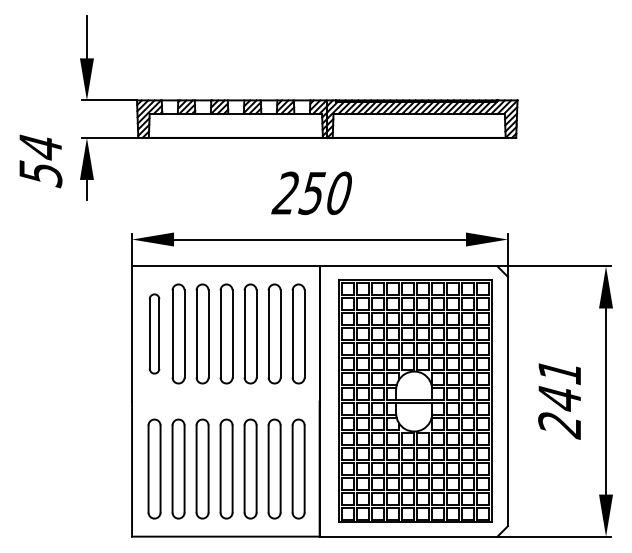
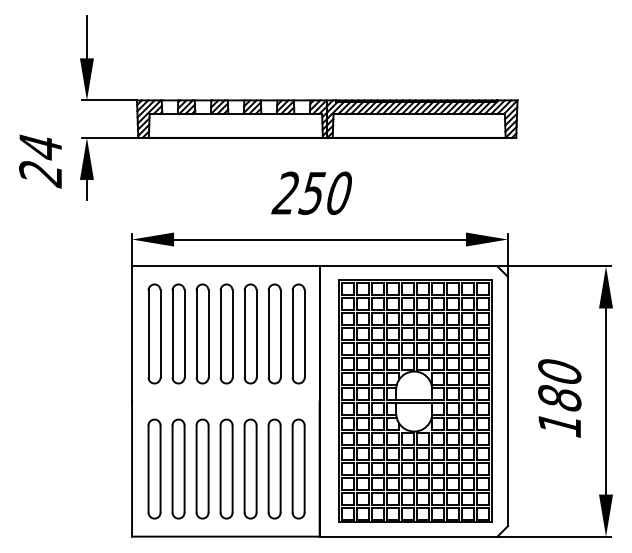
text at (40, 174): 54 -> 24
part at (154, 333) size: 13x82 px -> 15x102 px
text at (559, 399): 241 -> 180
